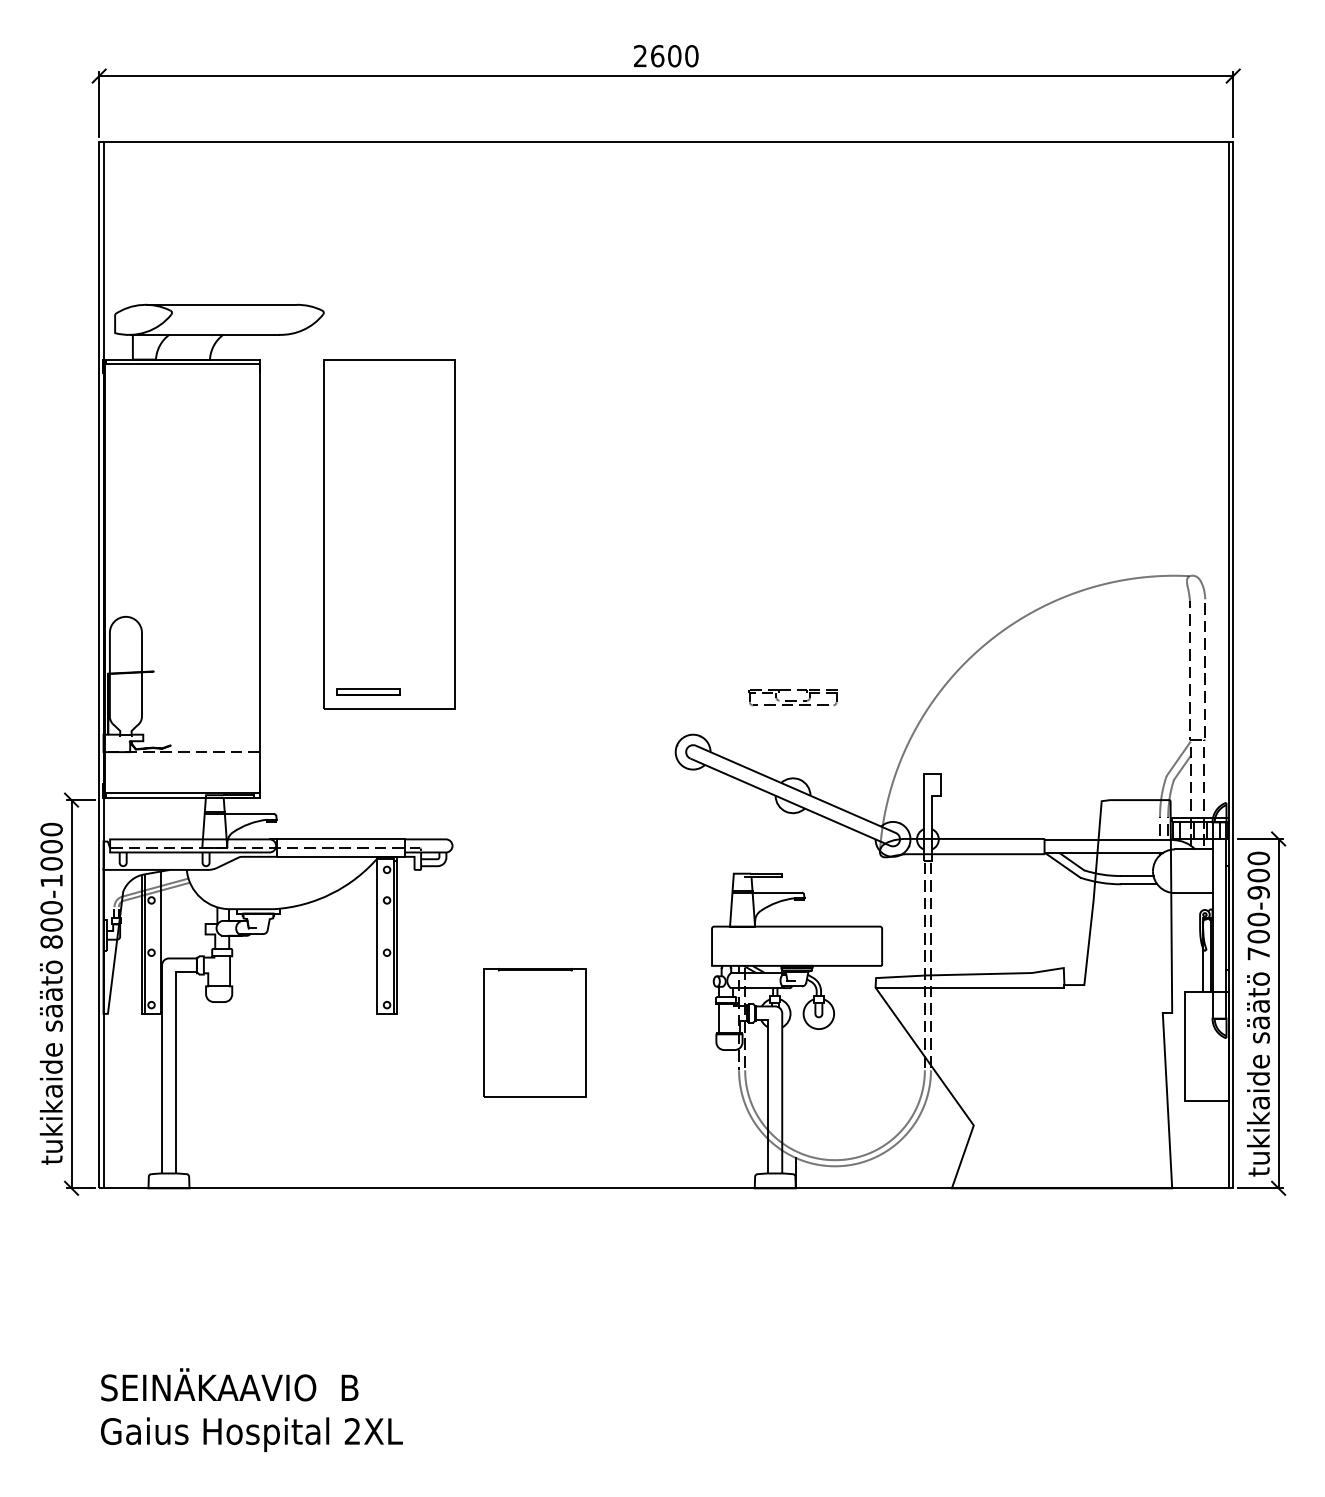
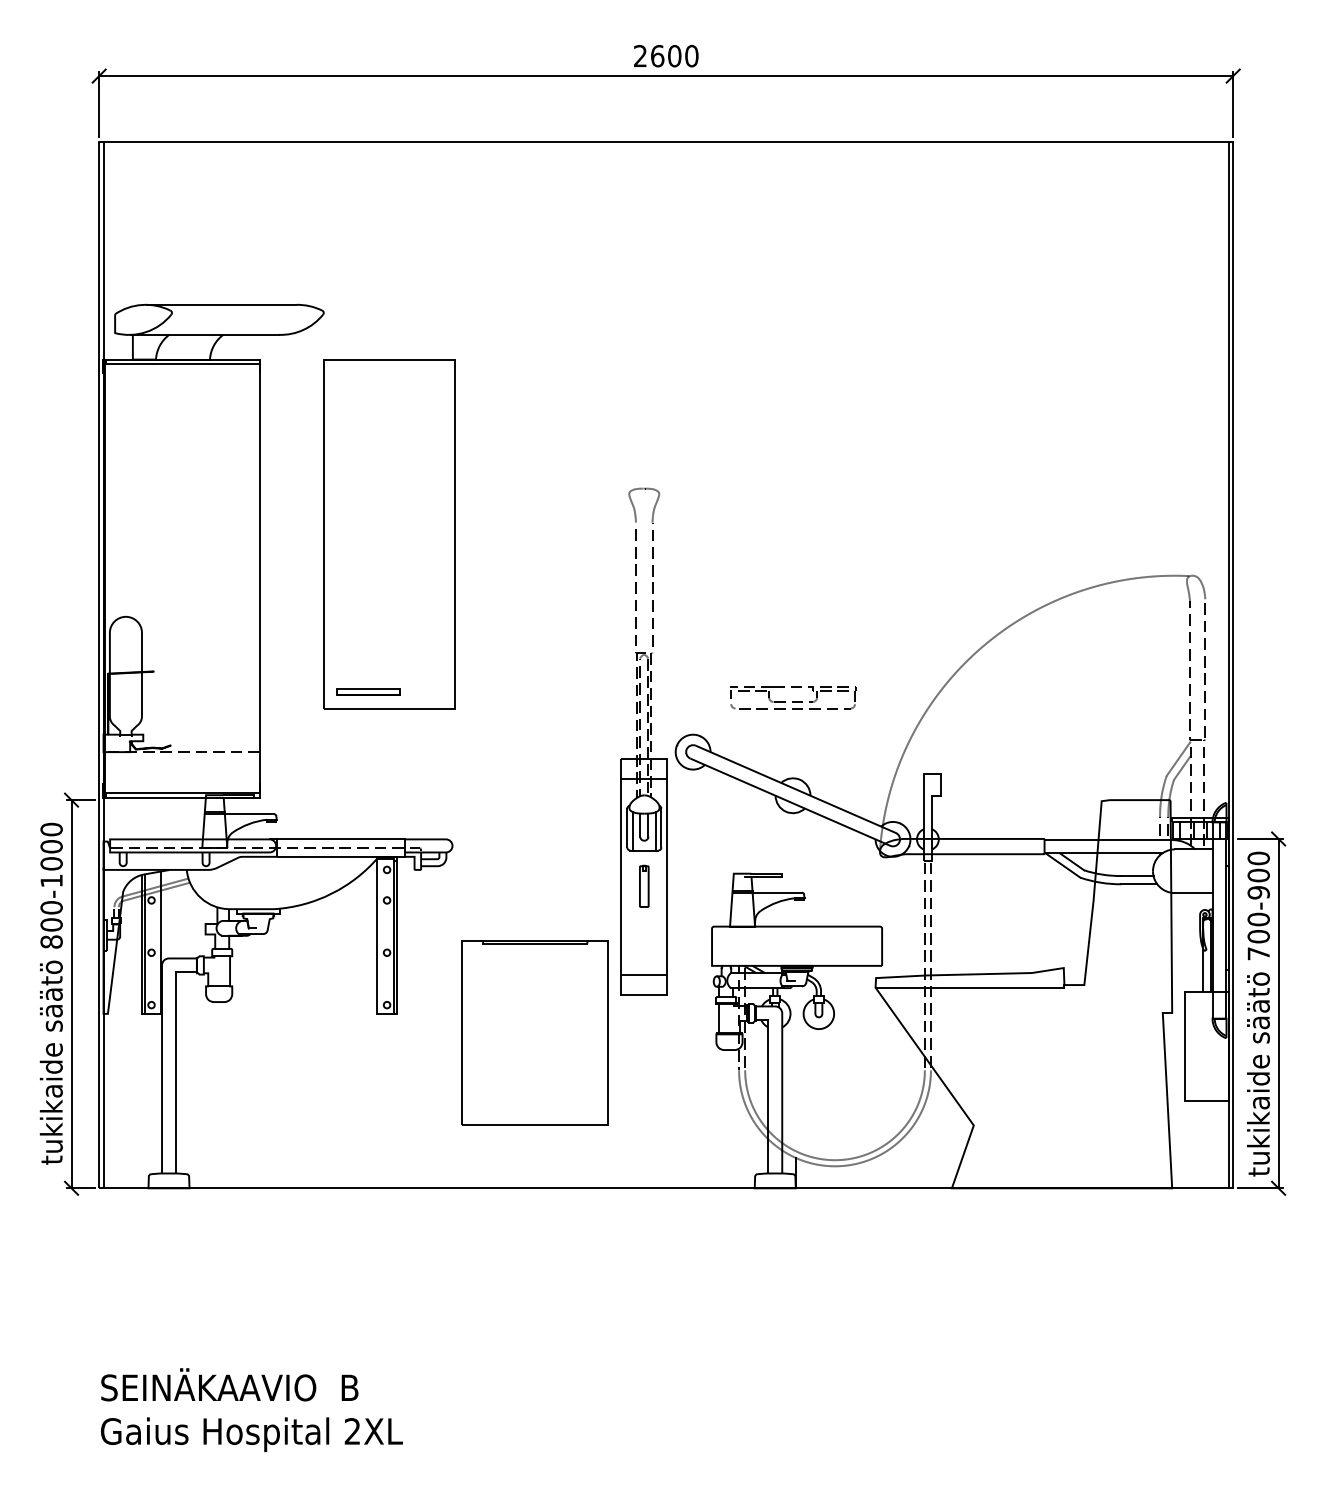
part at (792, 697) size: 90x18 px -> 127x24 px
part at (643, 741): none -> present
part at (534, 1032) size: 104x131 px -> 148x186 px
